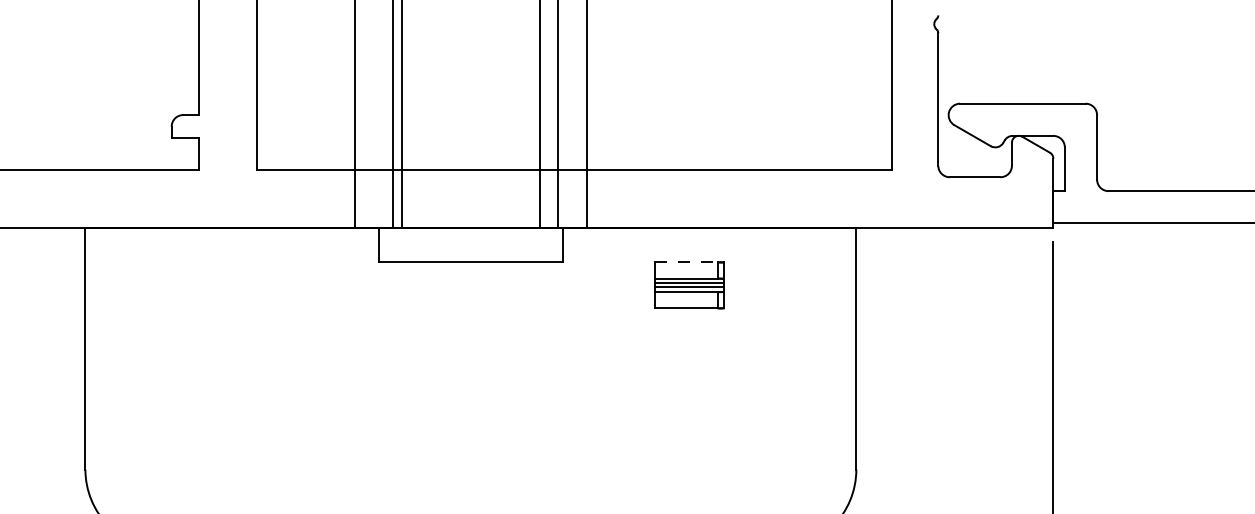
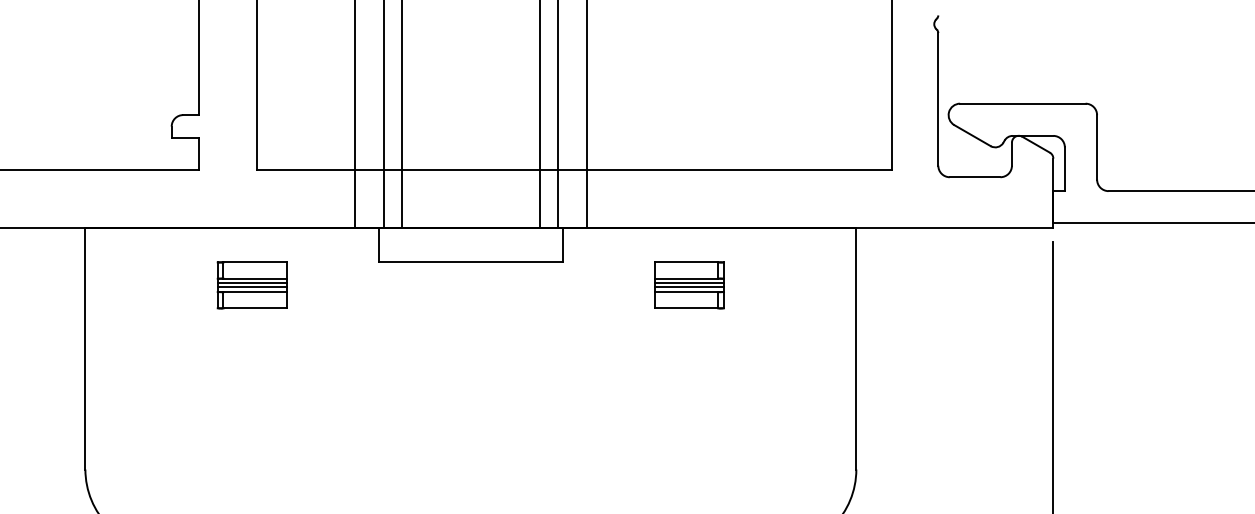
line at (393, 114) position: (393, 114) -> (384, 114)
line at (686, 262): dashed -> solid
part at (251, 285): none -> present
